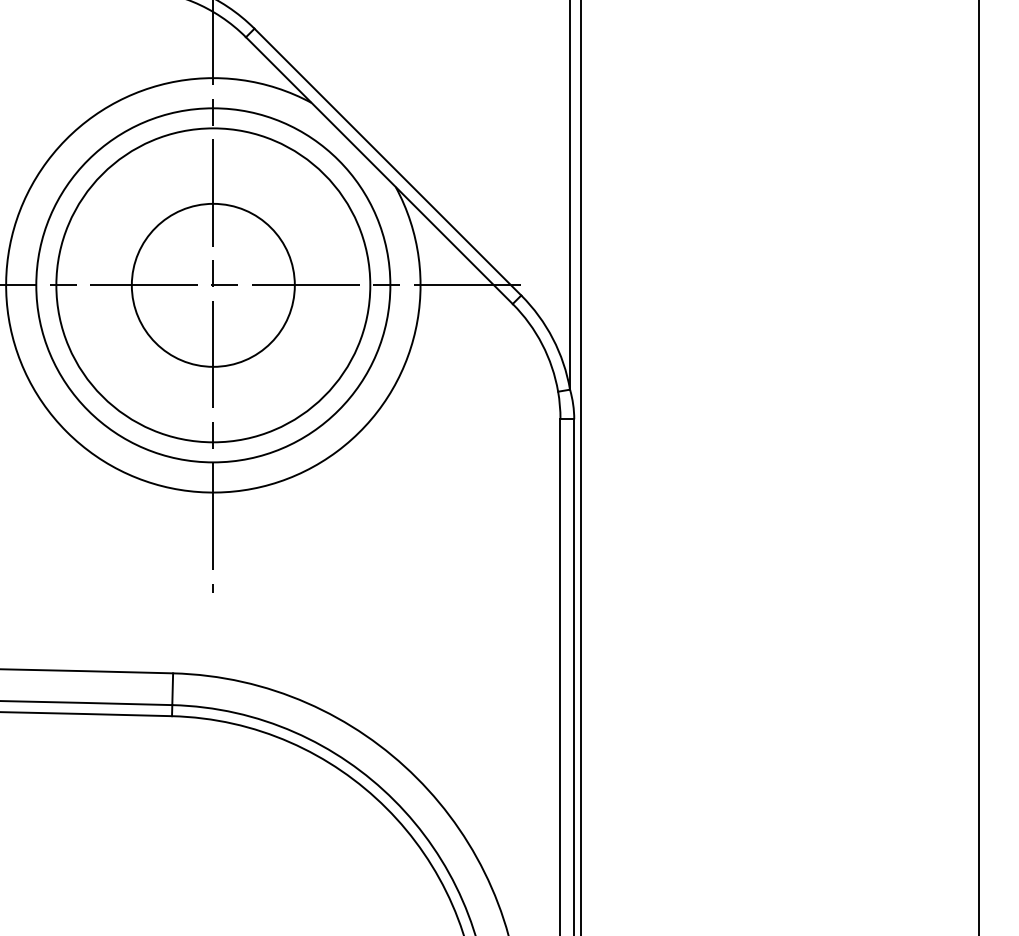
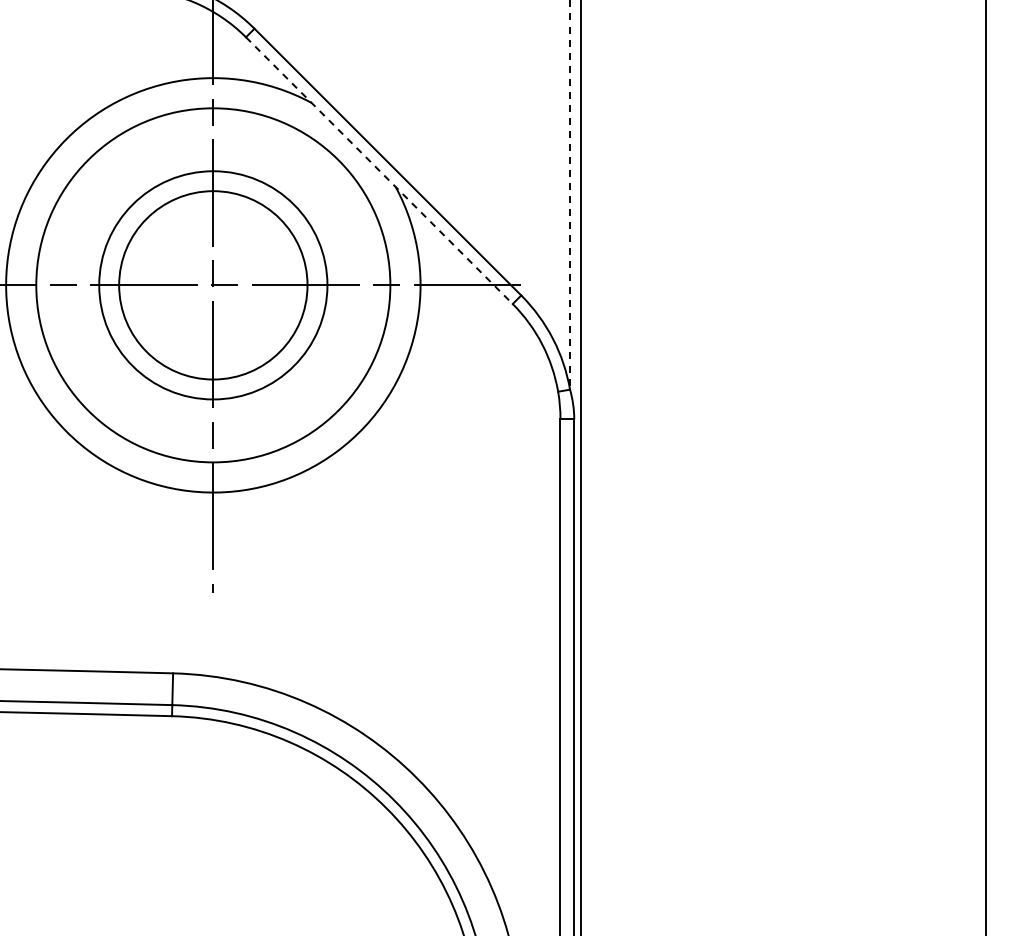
line at (379, 170): solid -> dashed
line at (570, 195): solid -> dashed
circle at (212, 284) diameter: 163 px -> 228 px
circle at (213, 285) diameter: 314 px -> 188 px
line at (978, 467) position: (978, 467) -> (985, 467)
